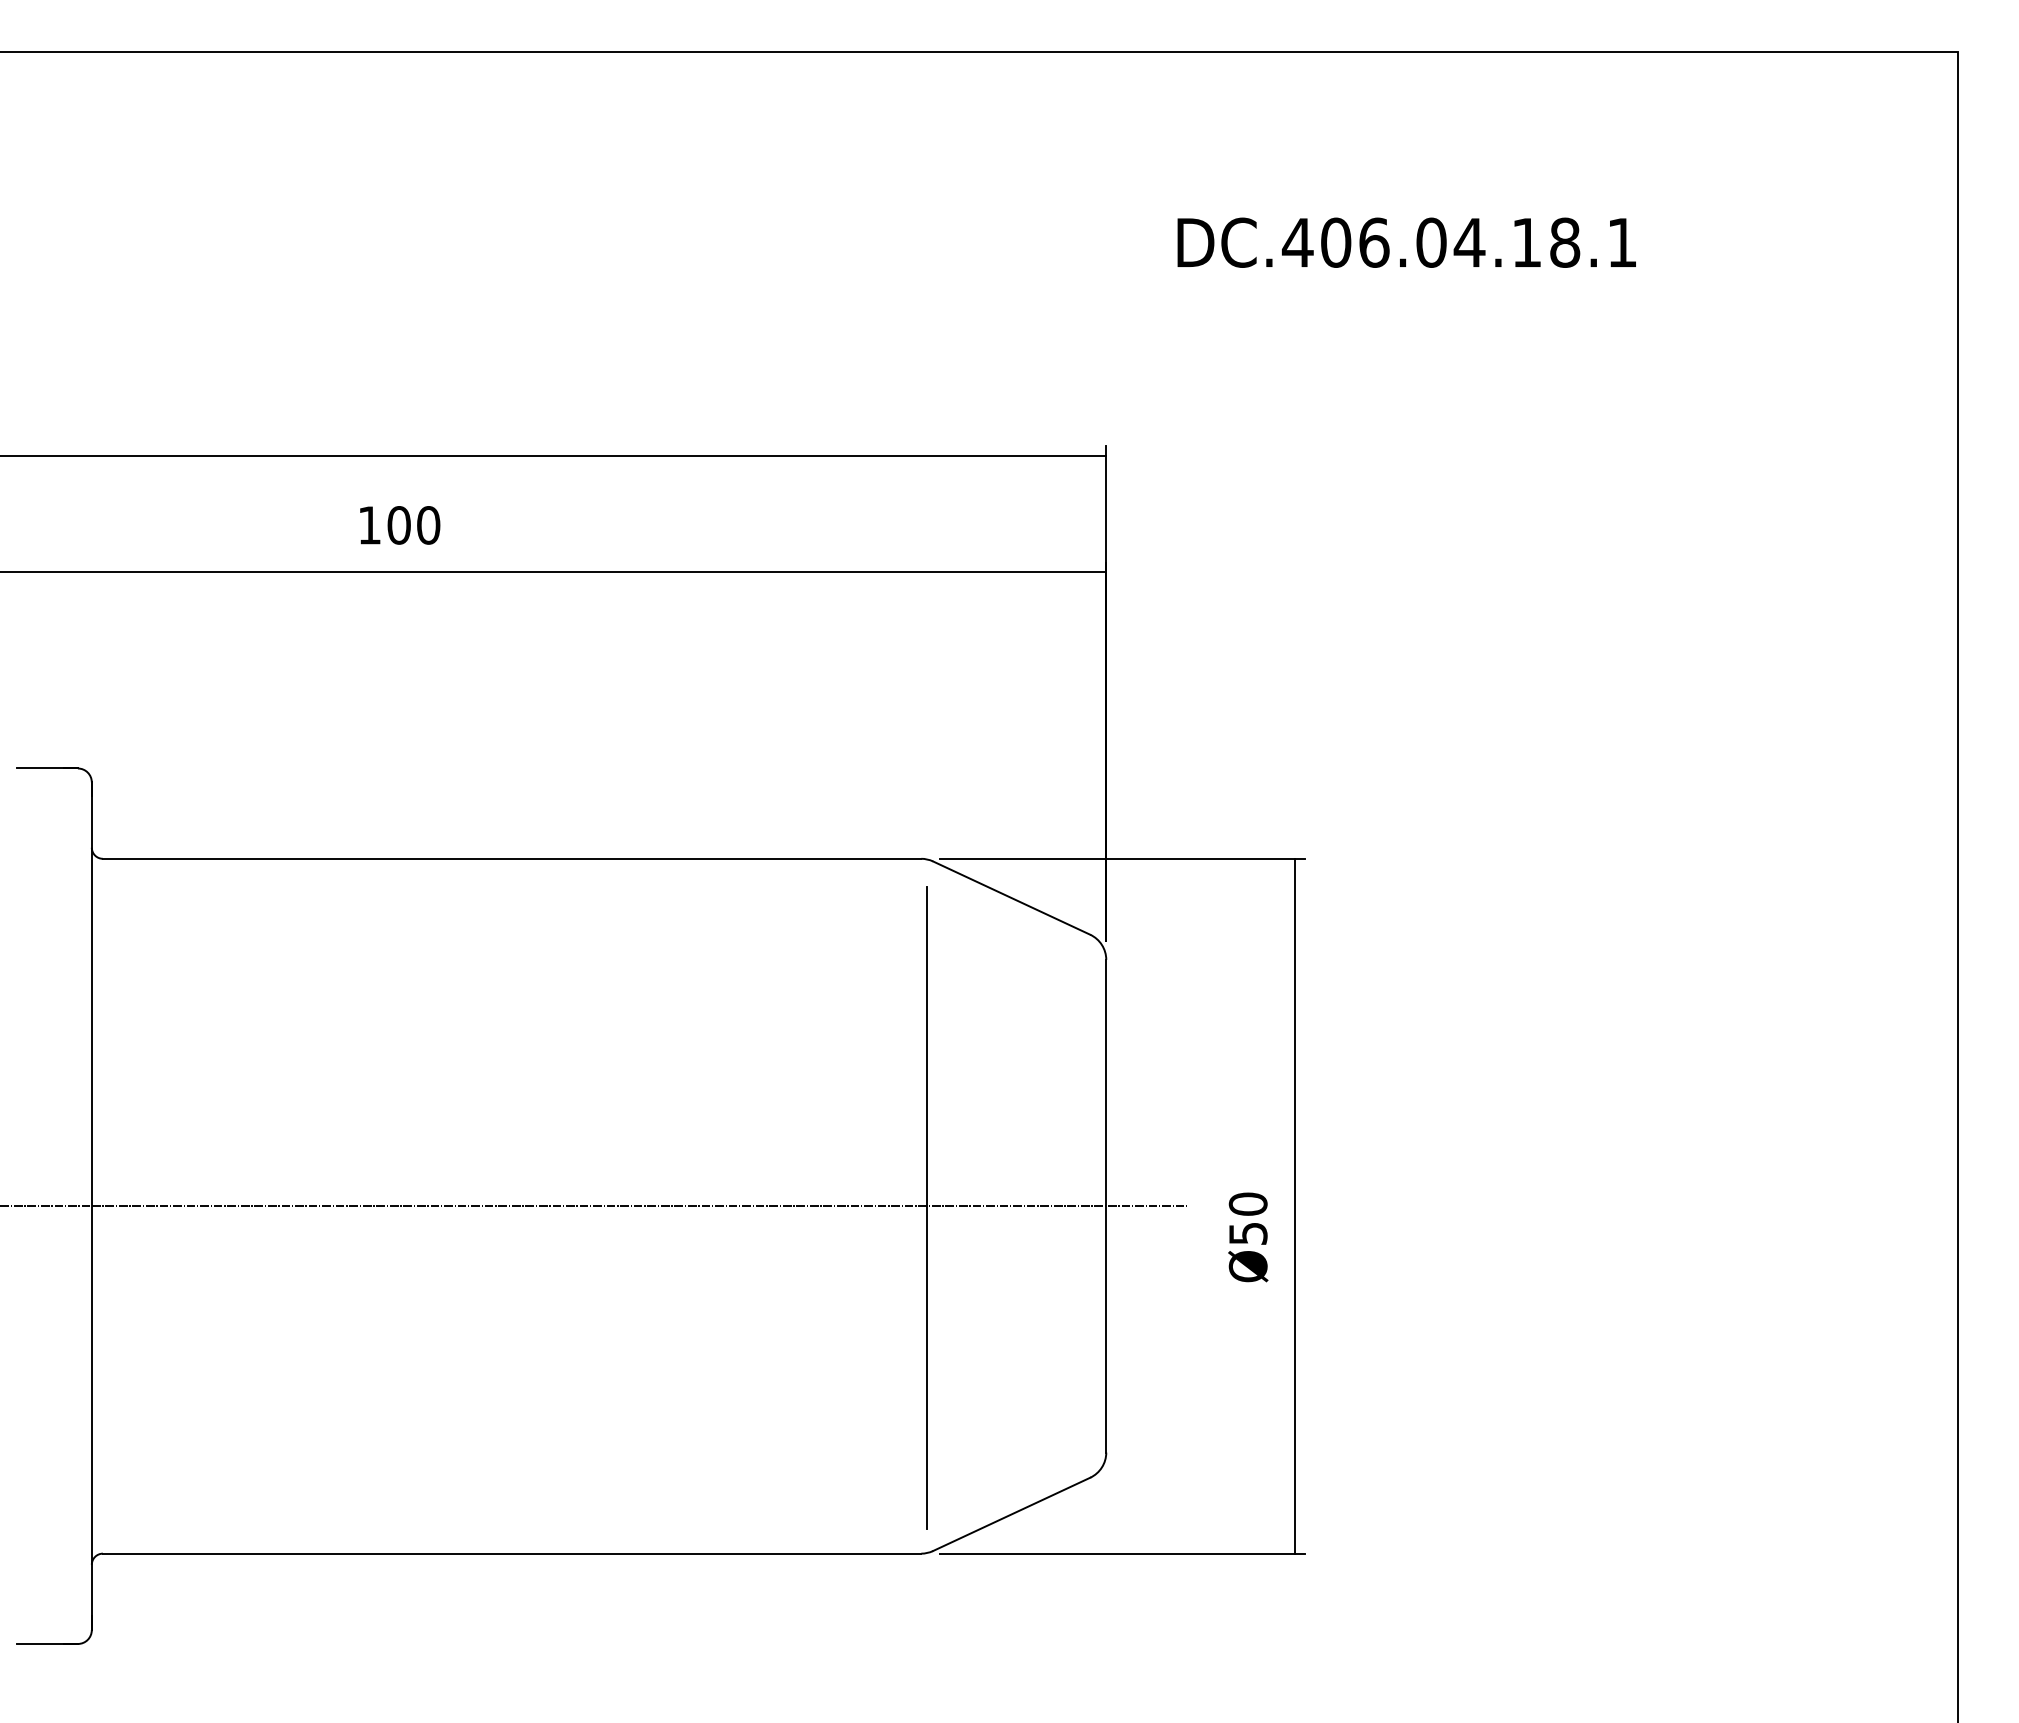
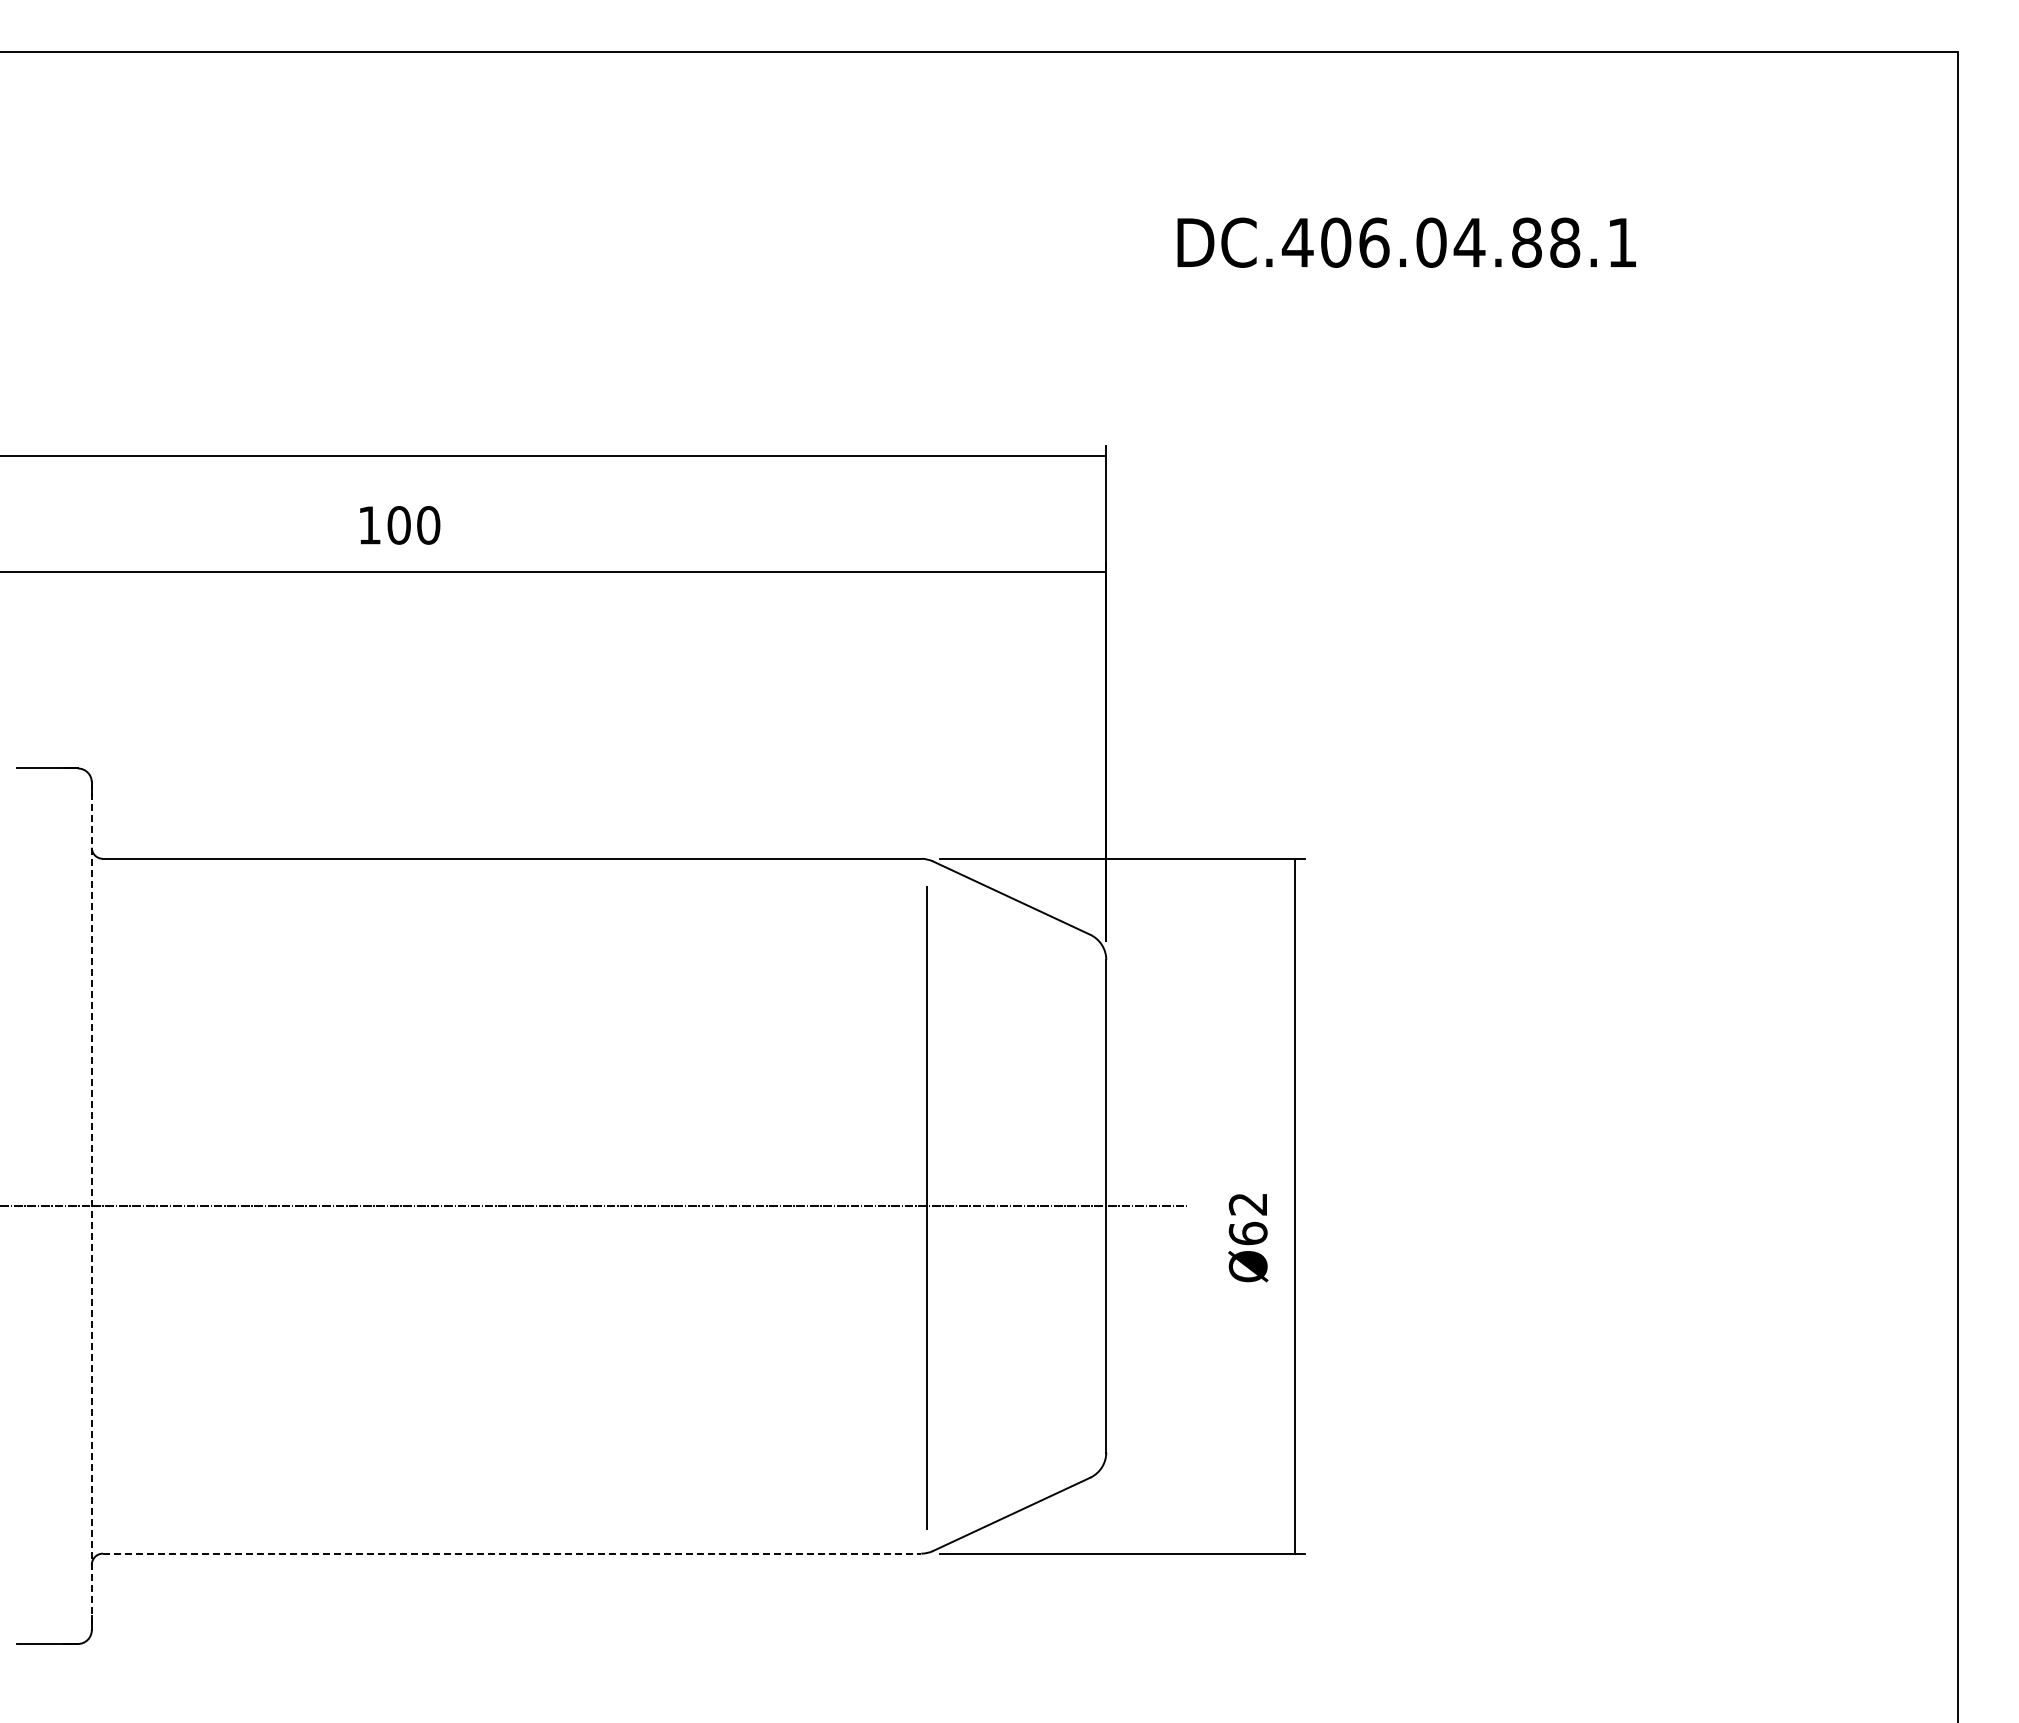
text at (1526, 242): DC.406.04.18.1 -> DC.406.04.88.1
line at (91, 1206): solid -> dashed
text at (1247, 1218): Ø50 -> Ø62
line at (512, 1553): solid -> dashed
